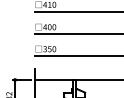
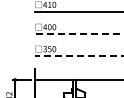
line at (78, 34): solid -> dashed
line at (78, 56): solid -> dashed
